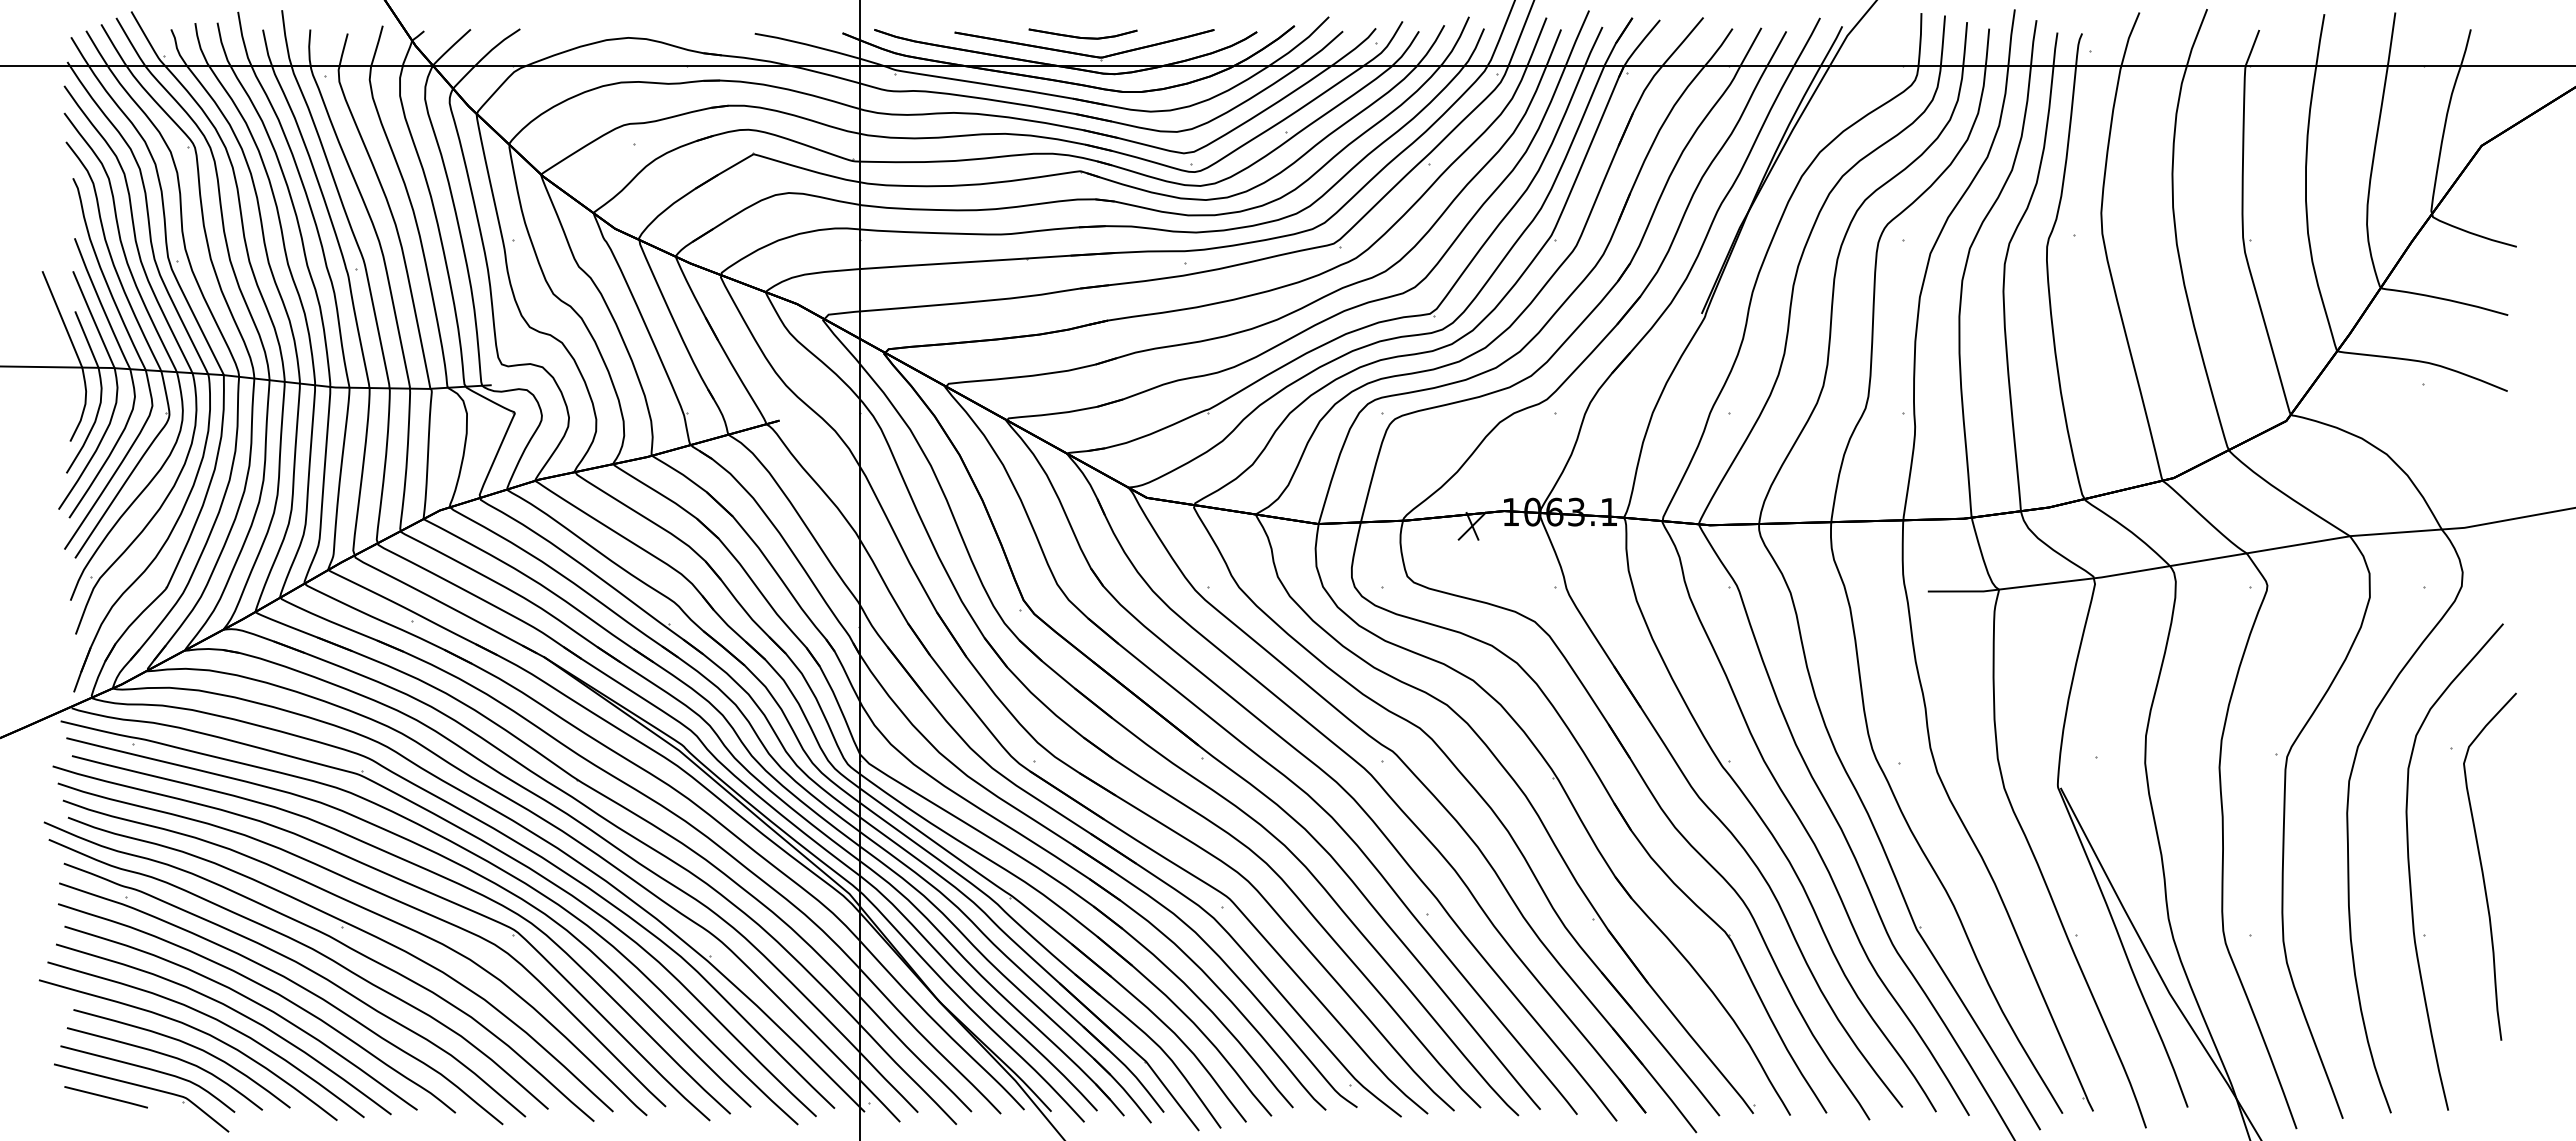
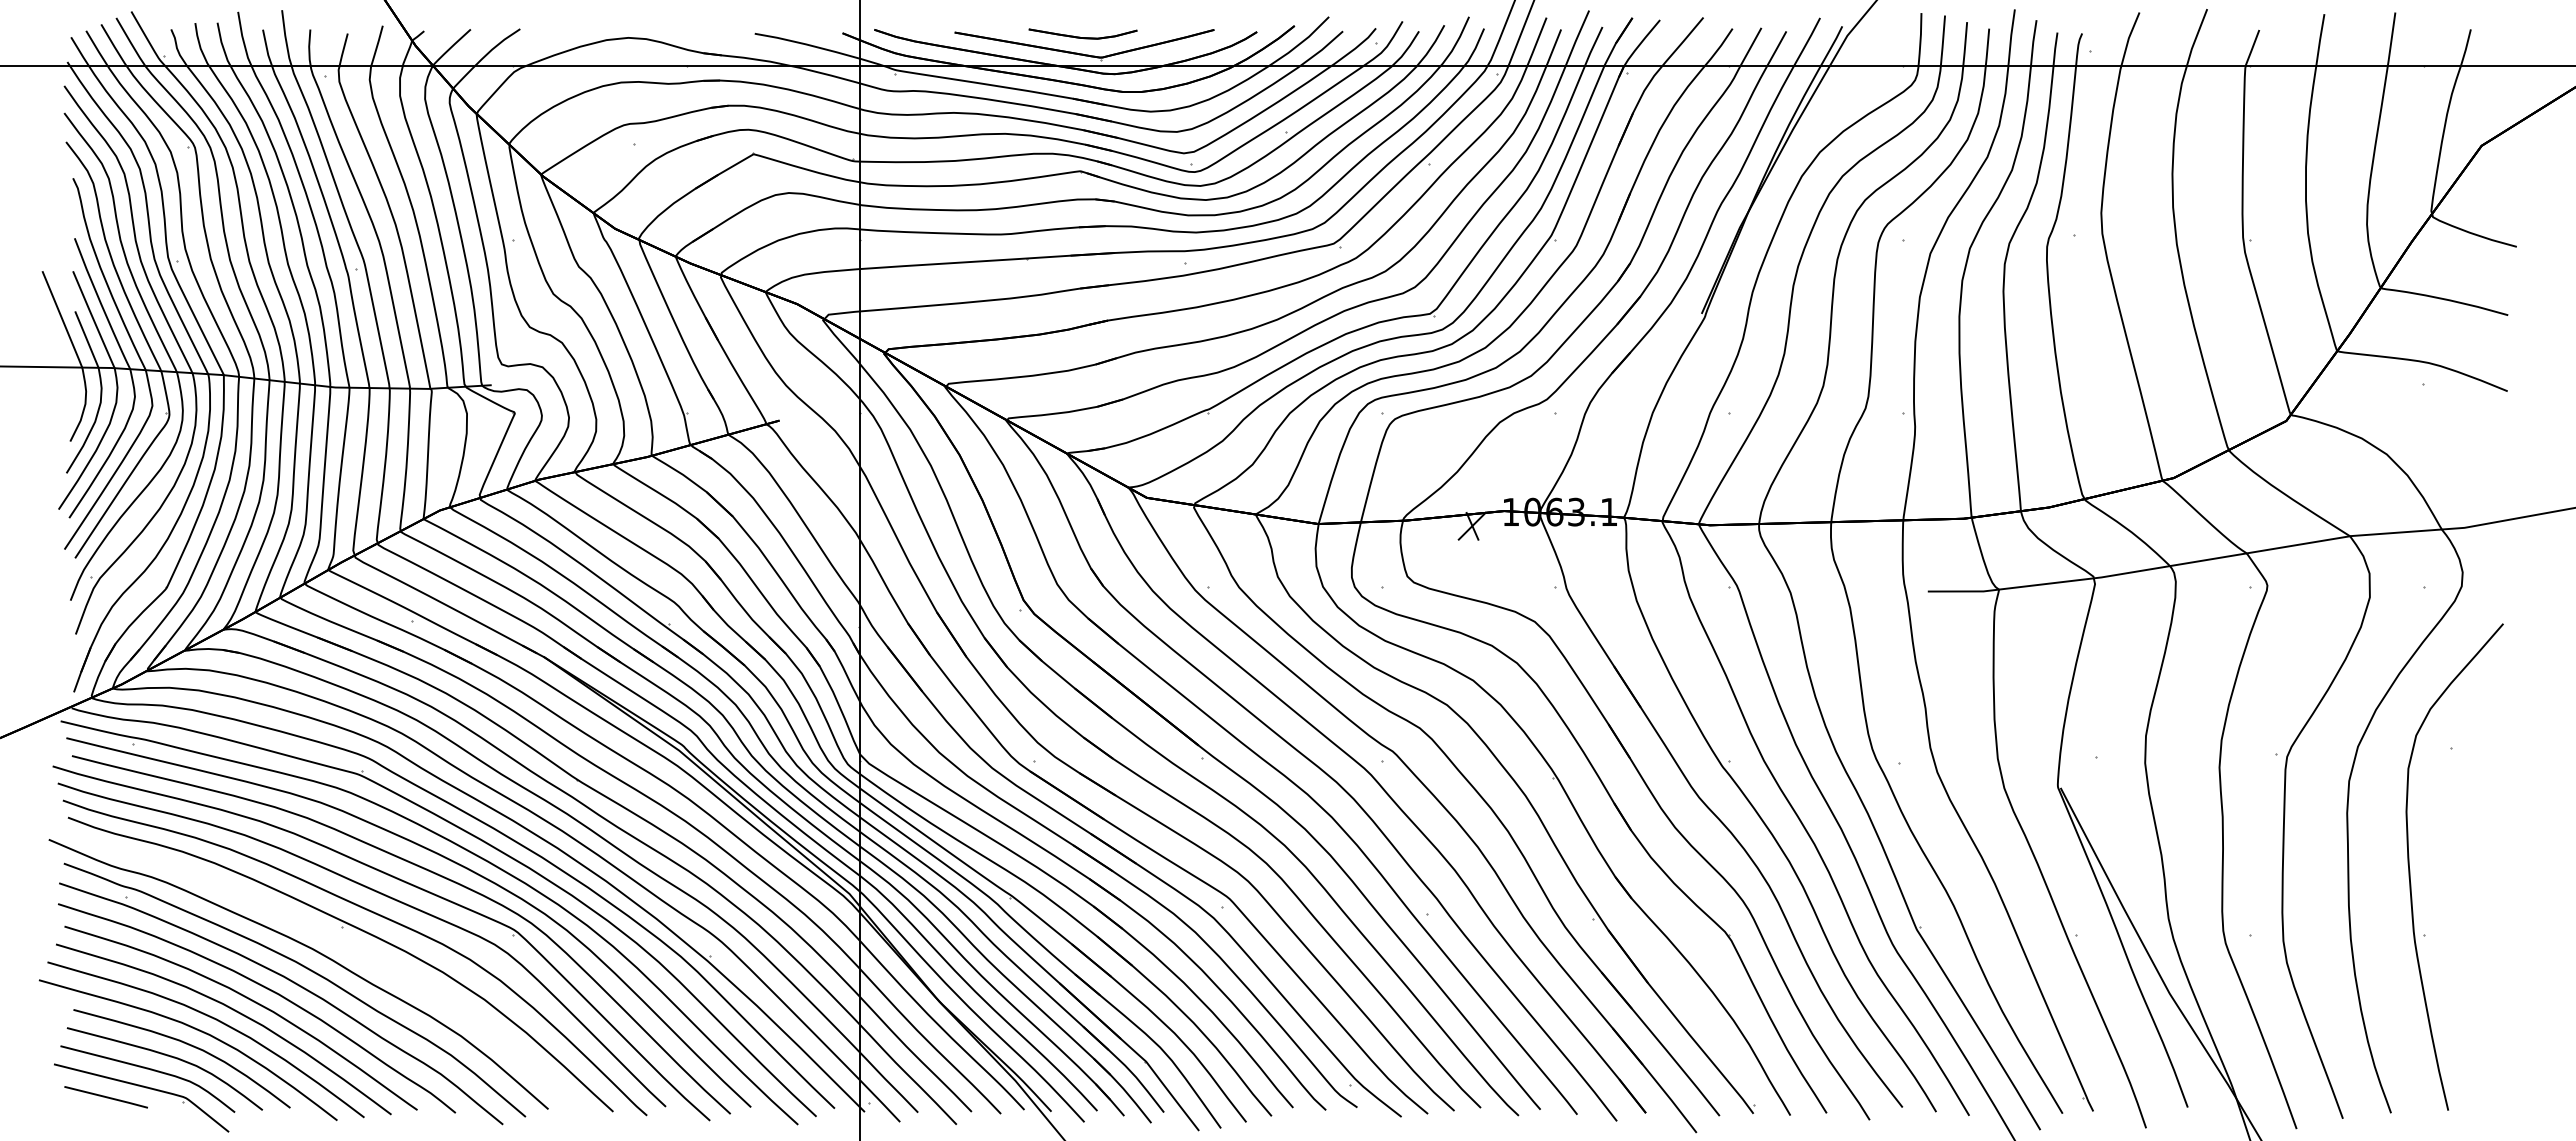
curve at (2482, 866): present -> none
curve at (334, 940): present -> none
